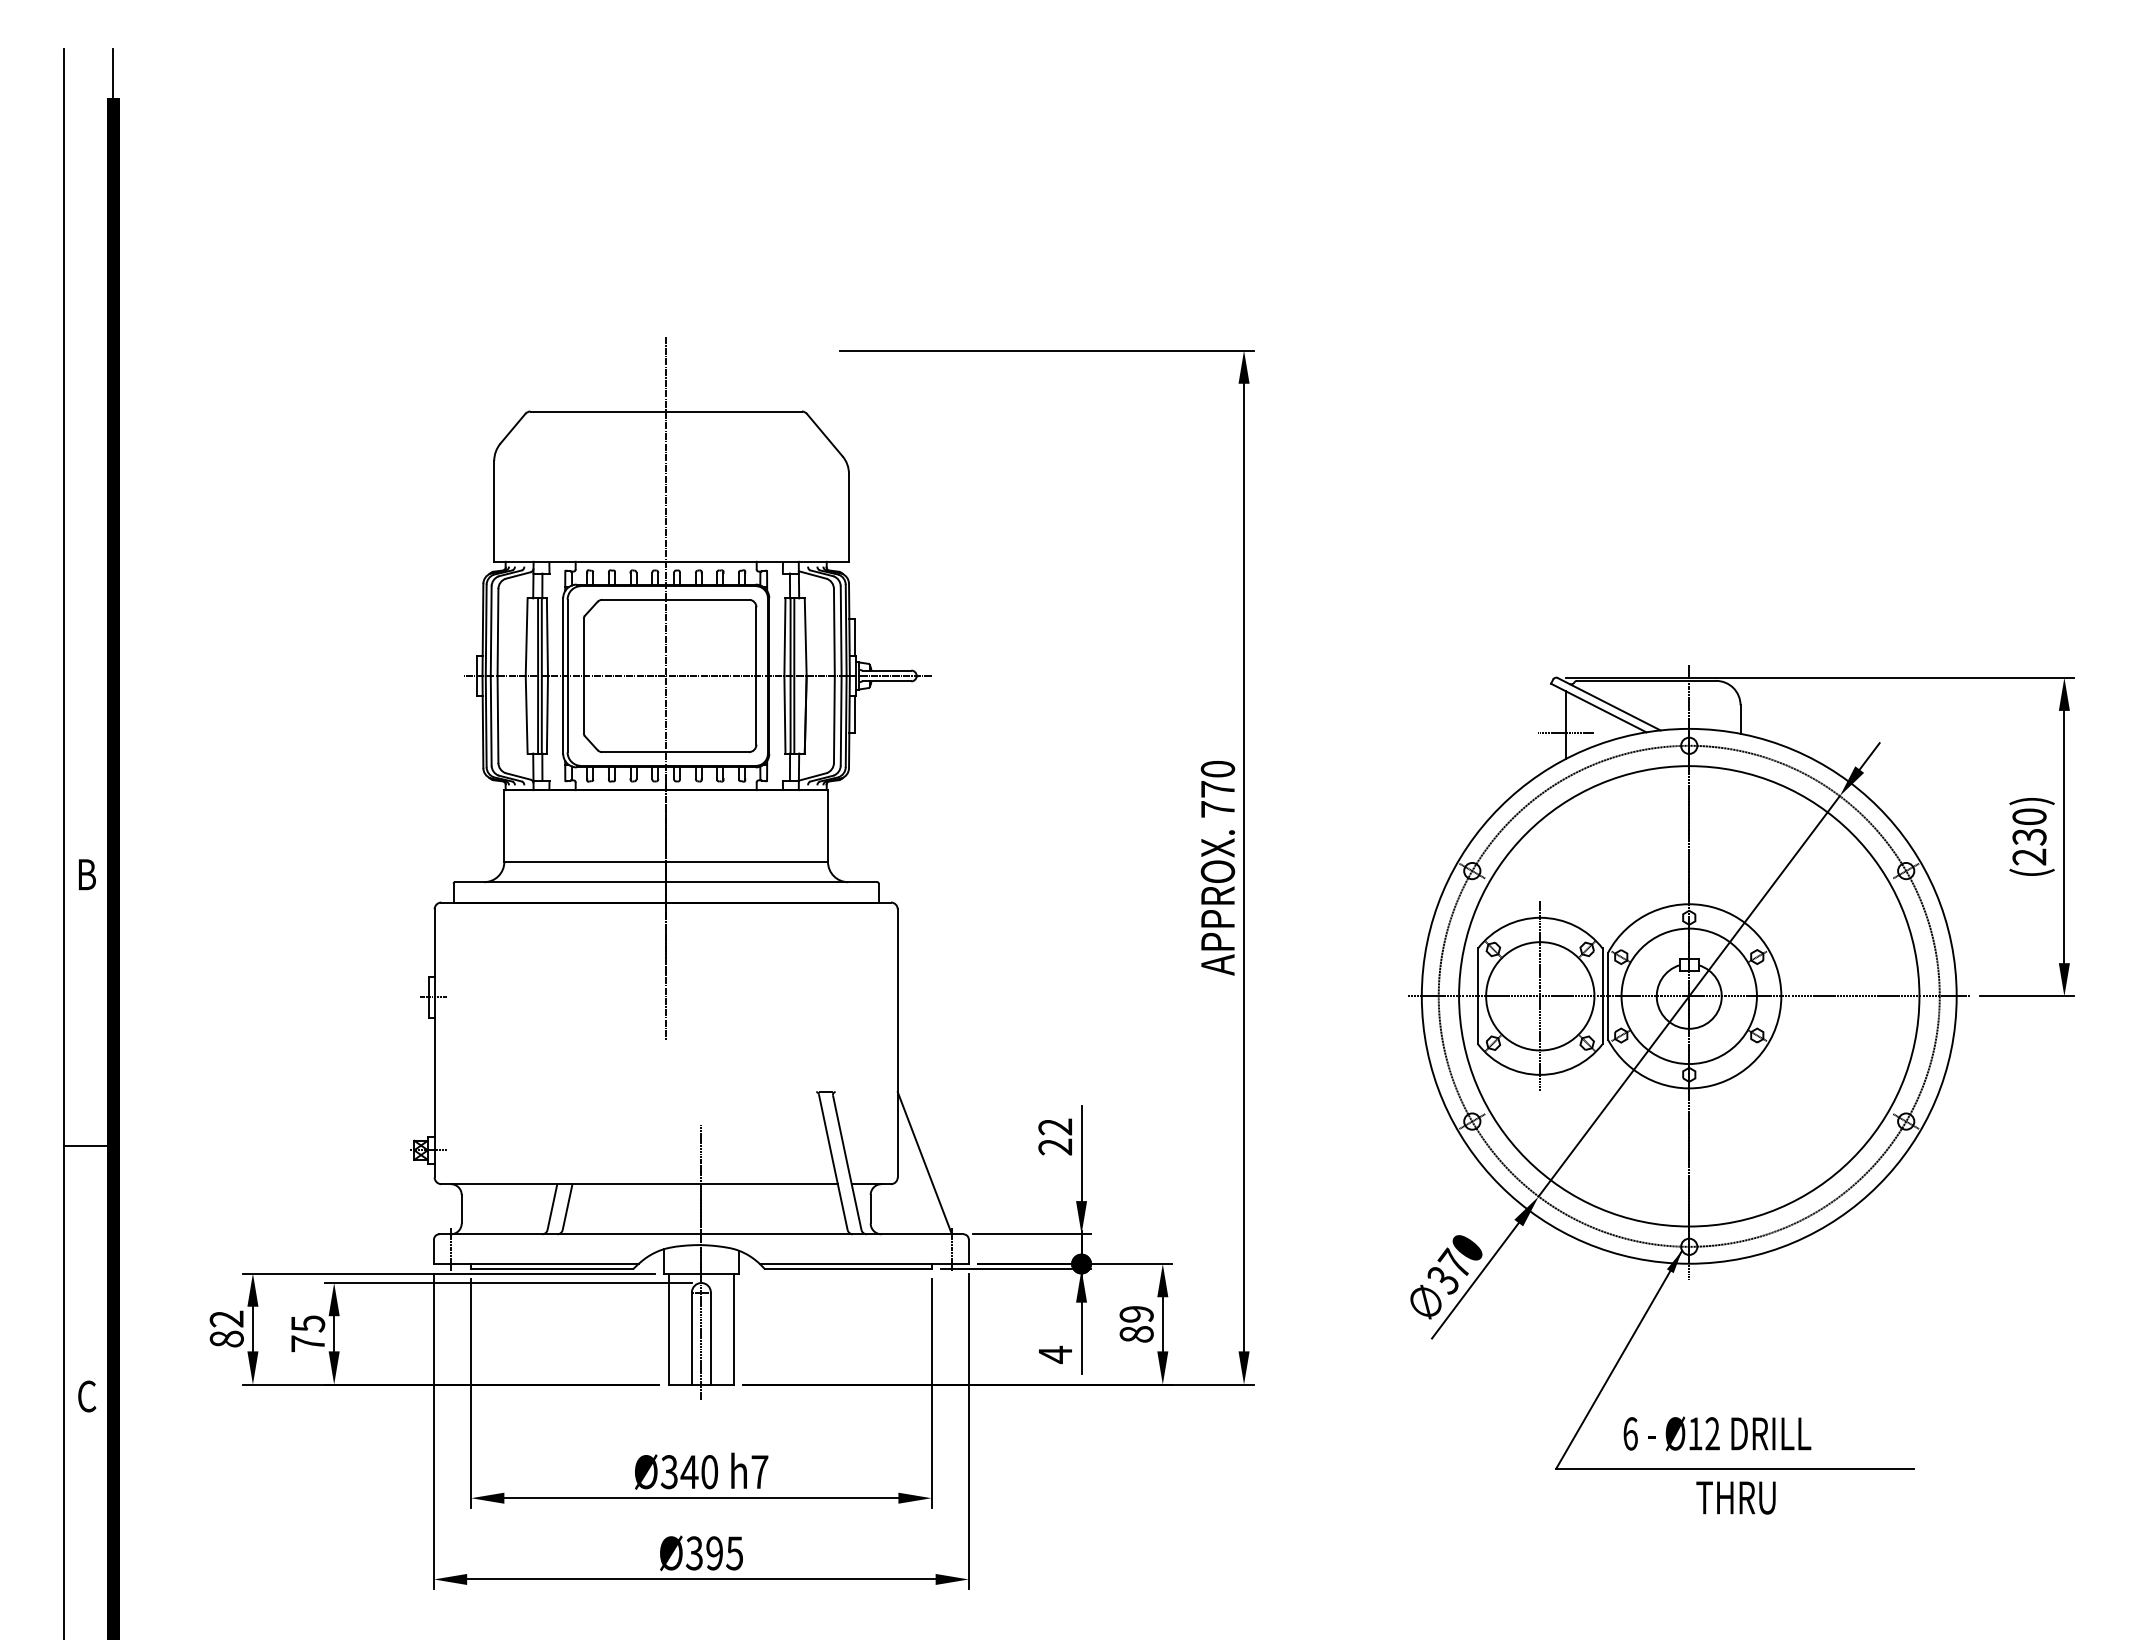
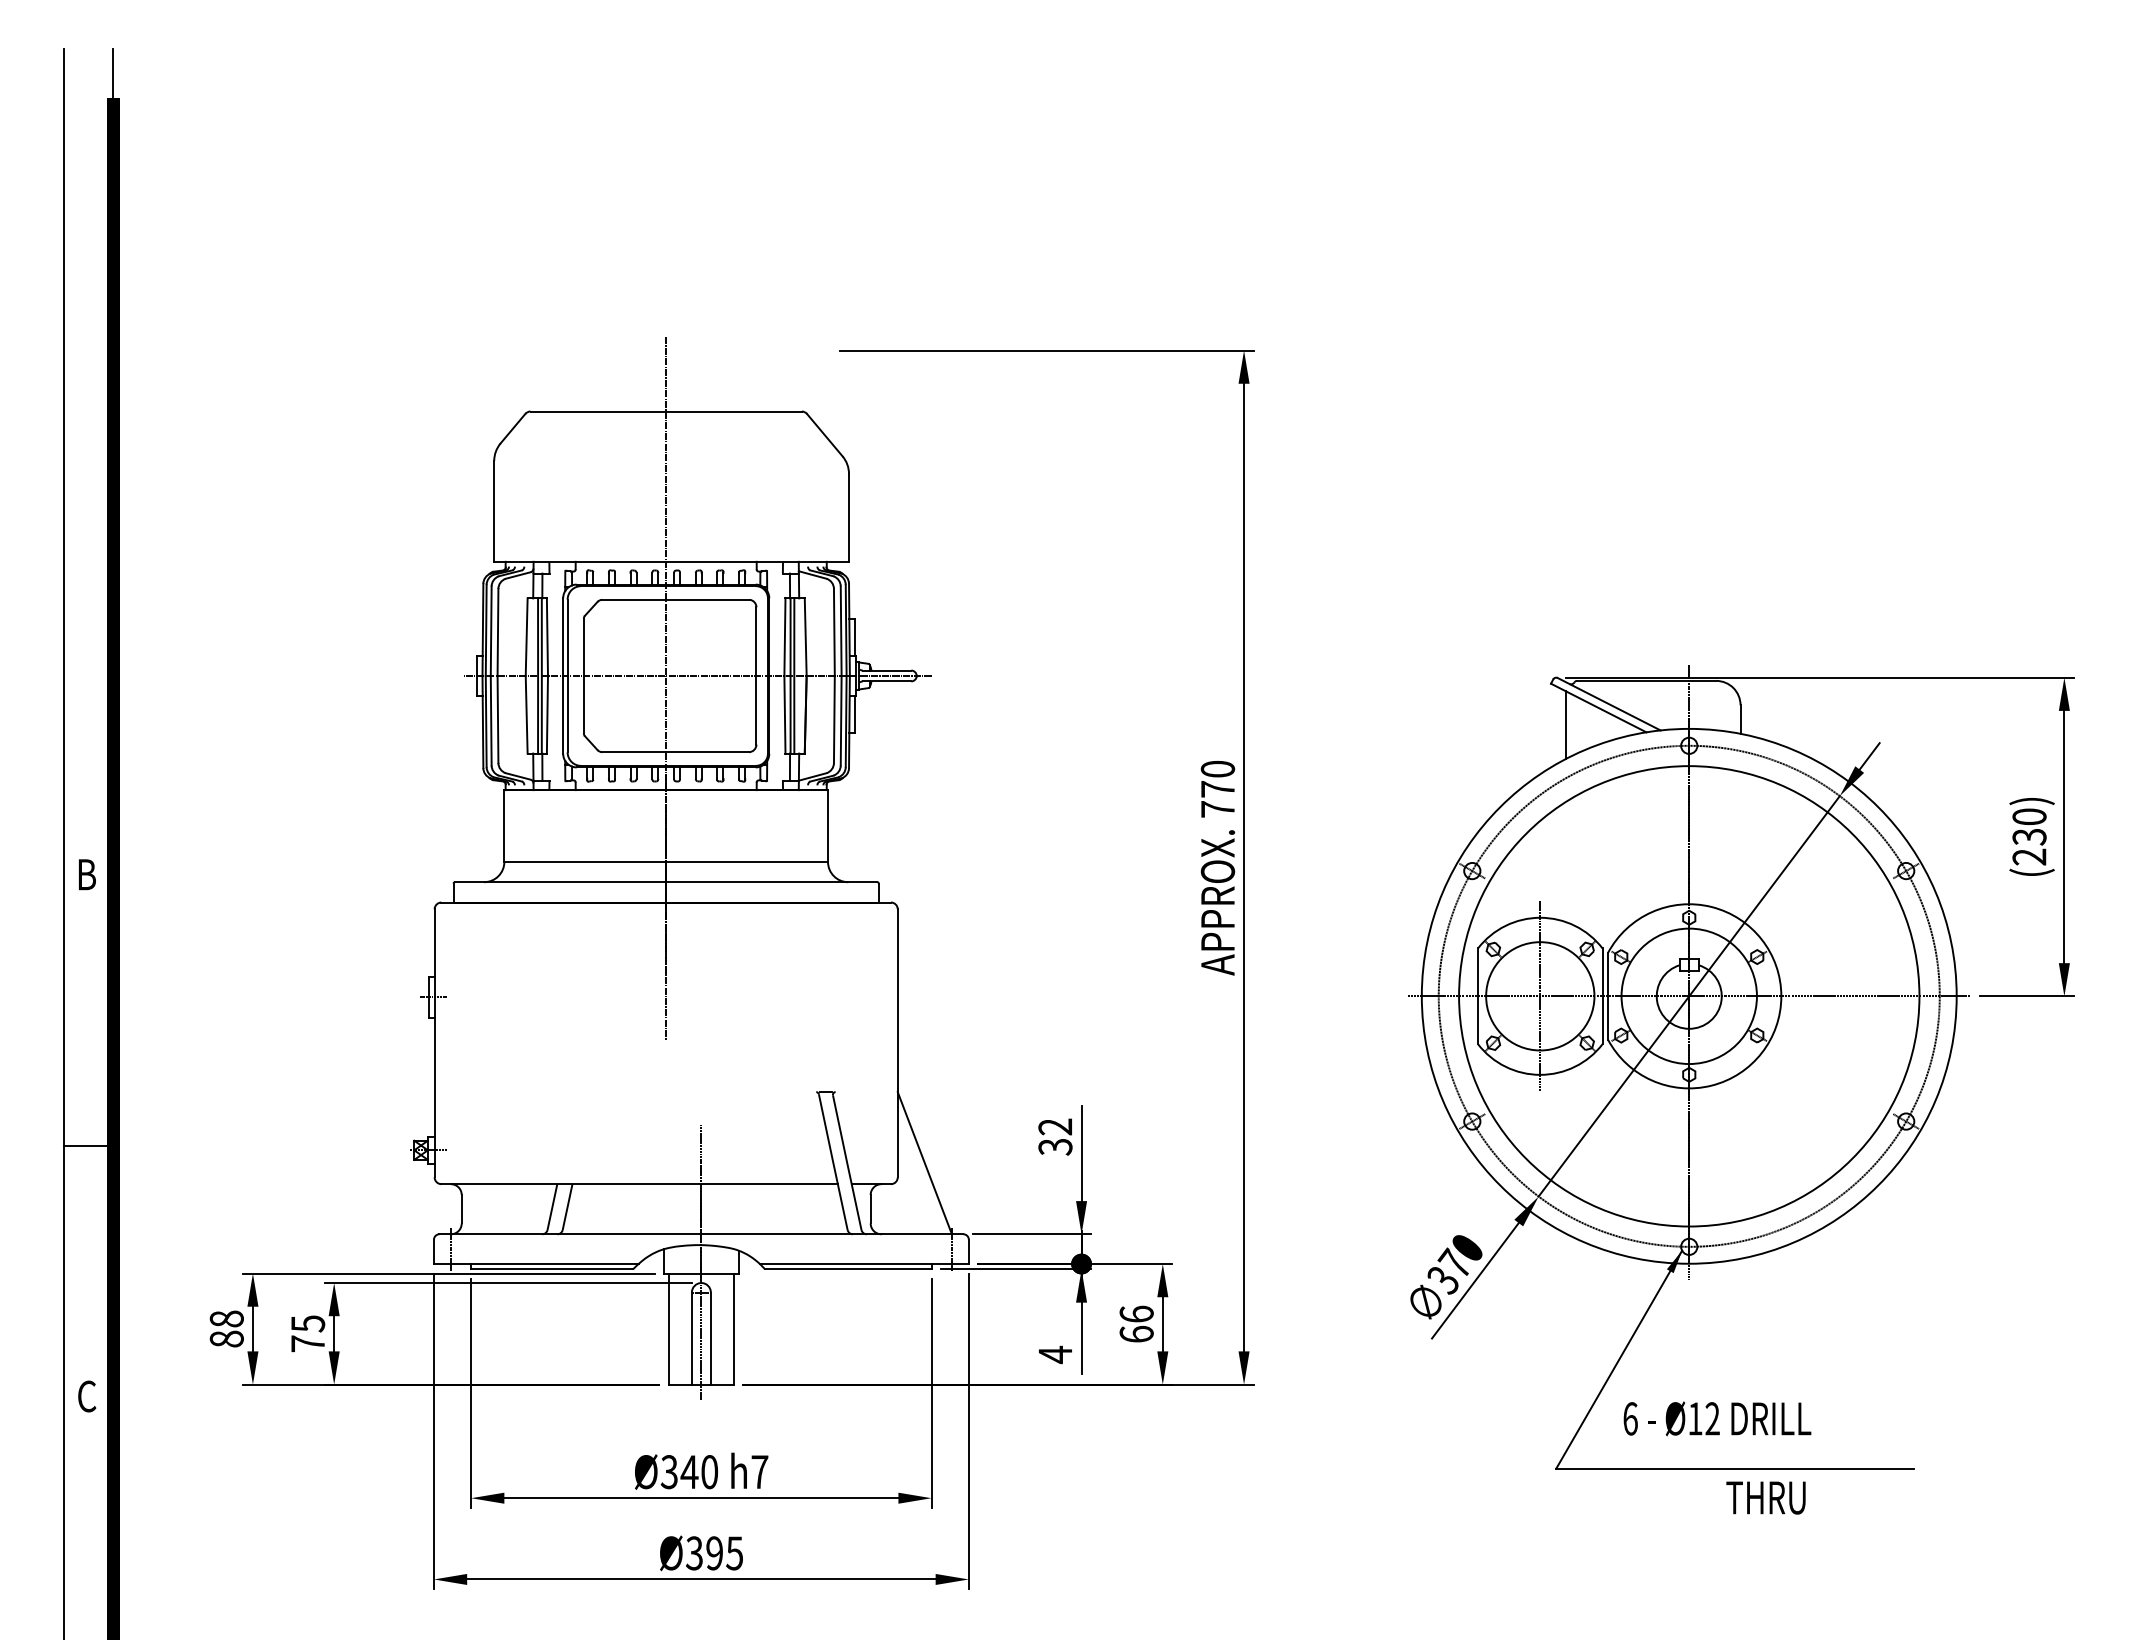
line at (1565, 733): present -> none
text at (1055, 1146): 22 -> 32
text at (226, 1318): 82 -> 88
text at (1136, 1323): 89 -> 66
text at (1717, 1433) position: (1717, 1433) -> (1717, 1418)
text at (1735, 1497) position: (1735, 1497) -> (1765, 1497)
